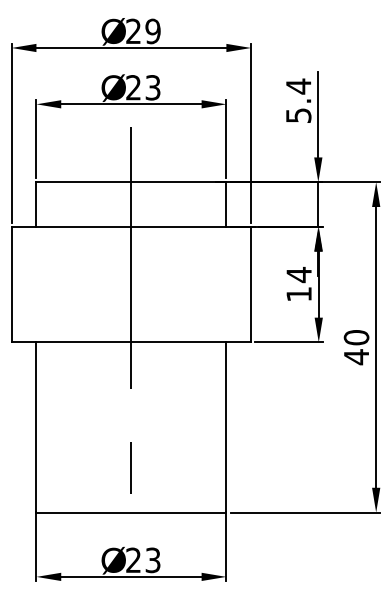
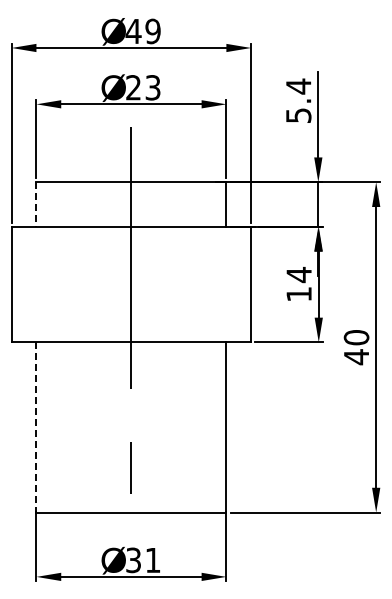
text at (133, 30): 29 -> 49
line at (36, 205): solid -> dashed
line at (36, 428): solid -> dashed
text at (143, 560): 23 -> 31
